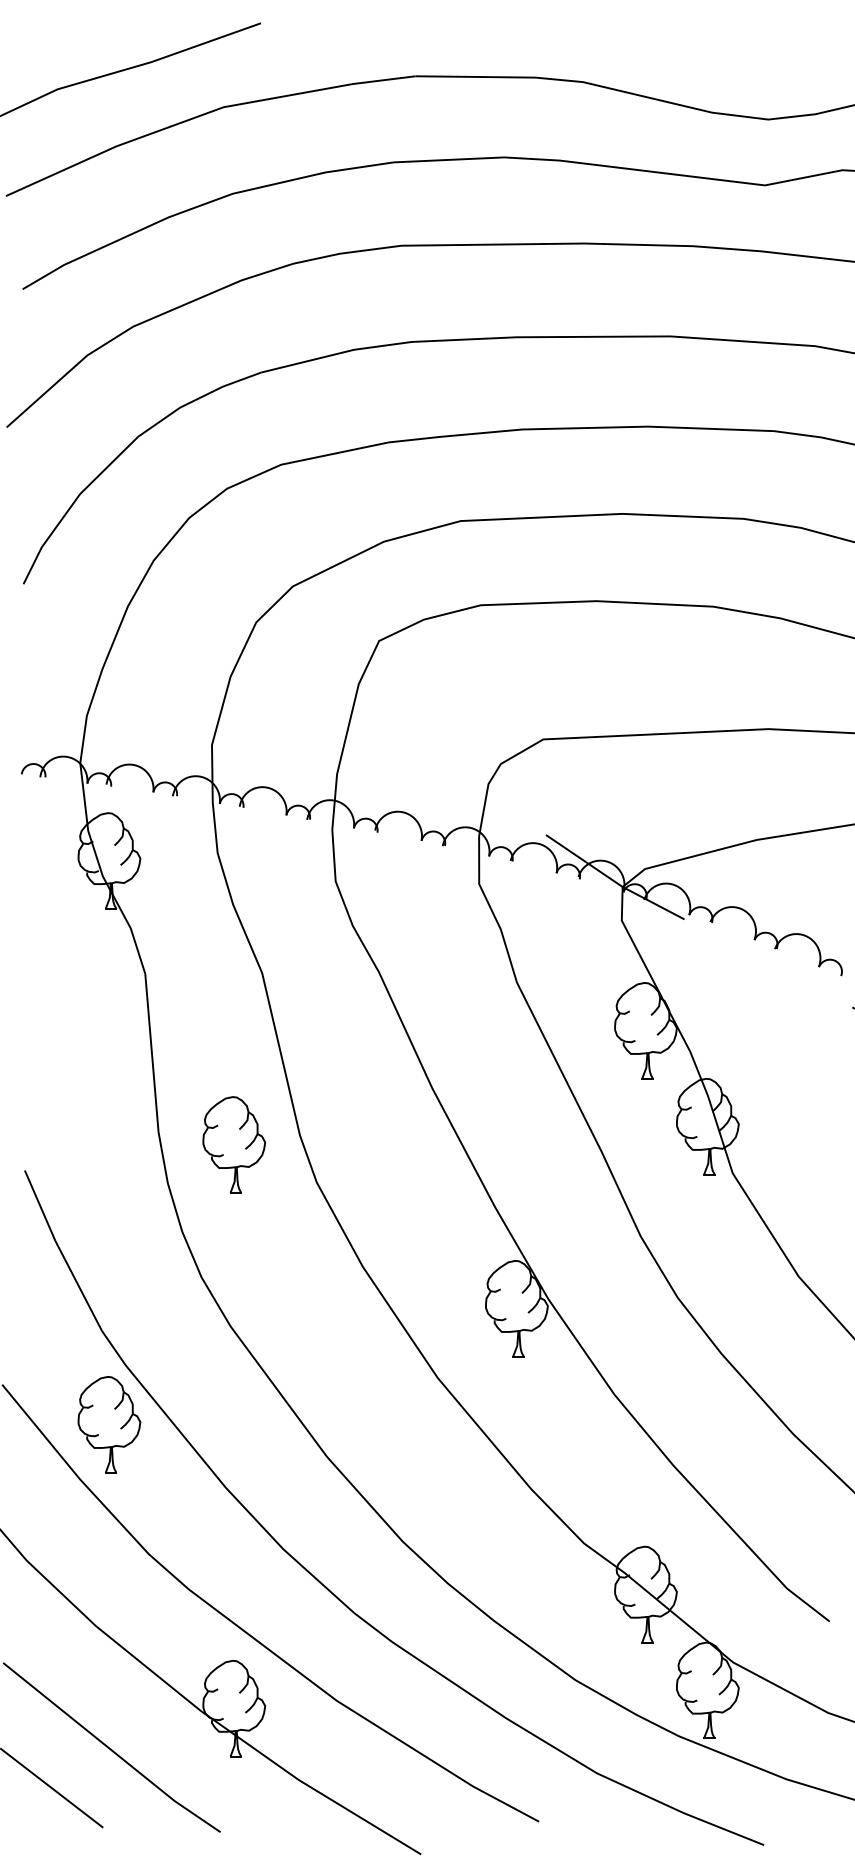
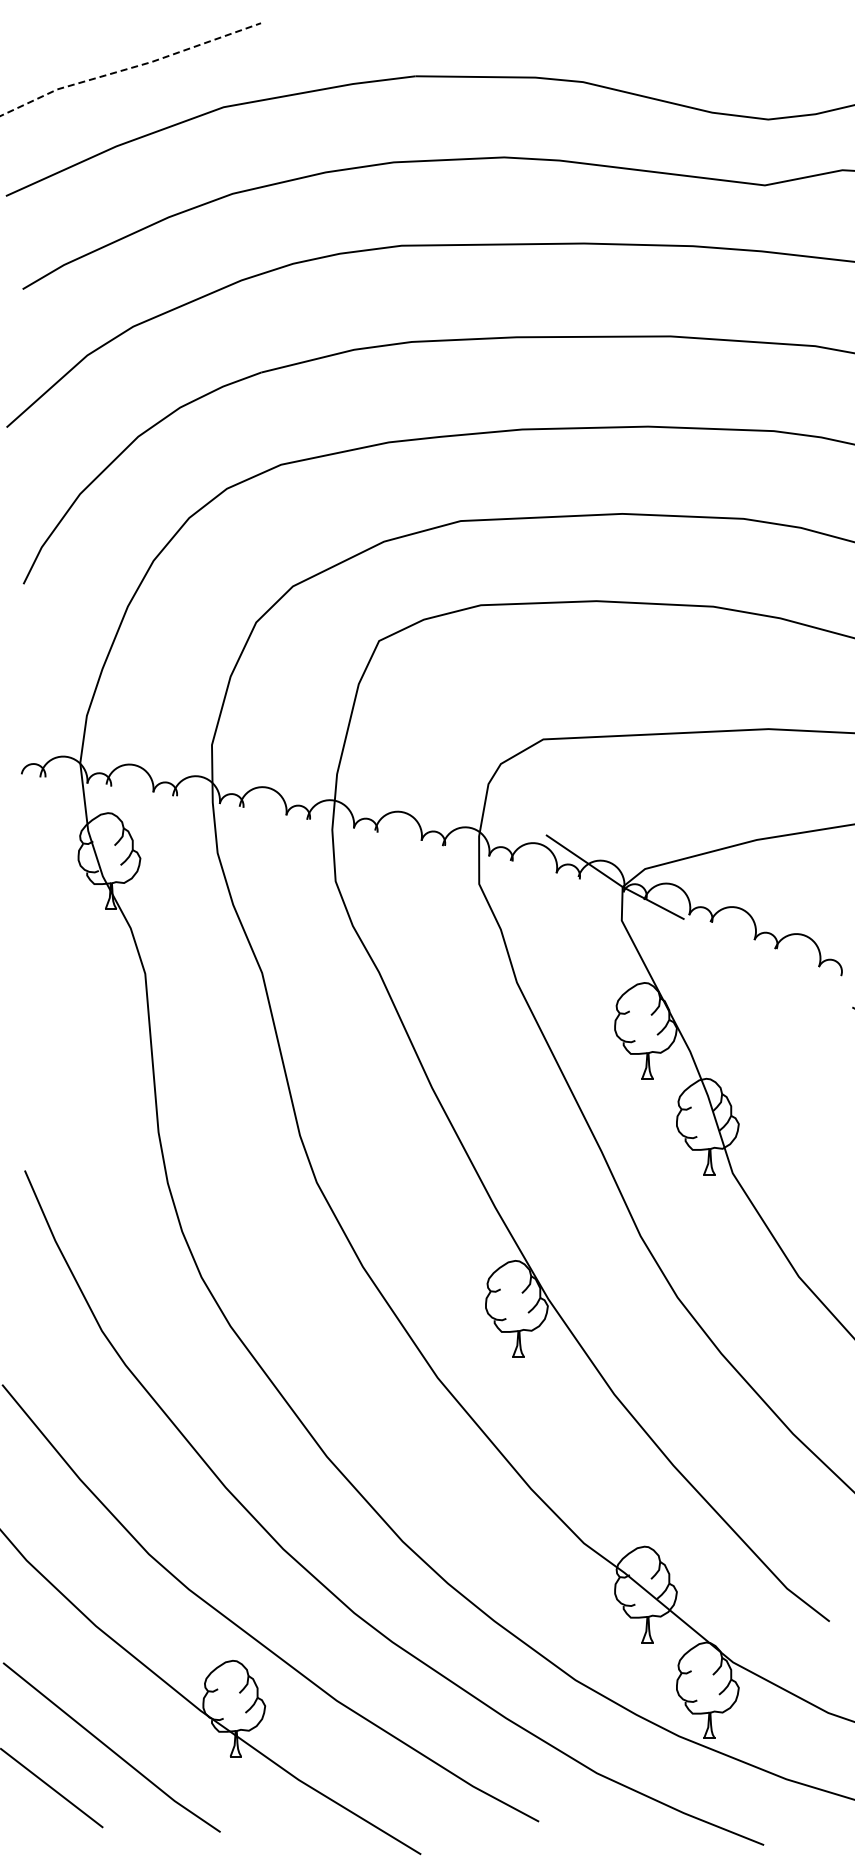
line at (130, 68): solid -> dashed
part at (234, 1144): present -> none
part at (109, 1424): present -> none
